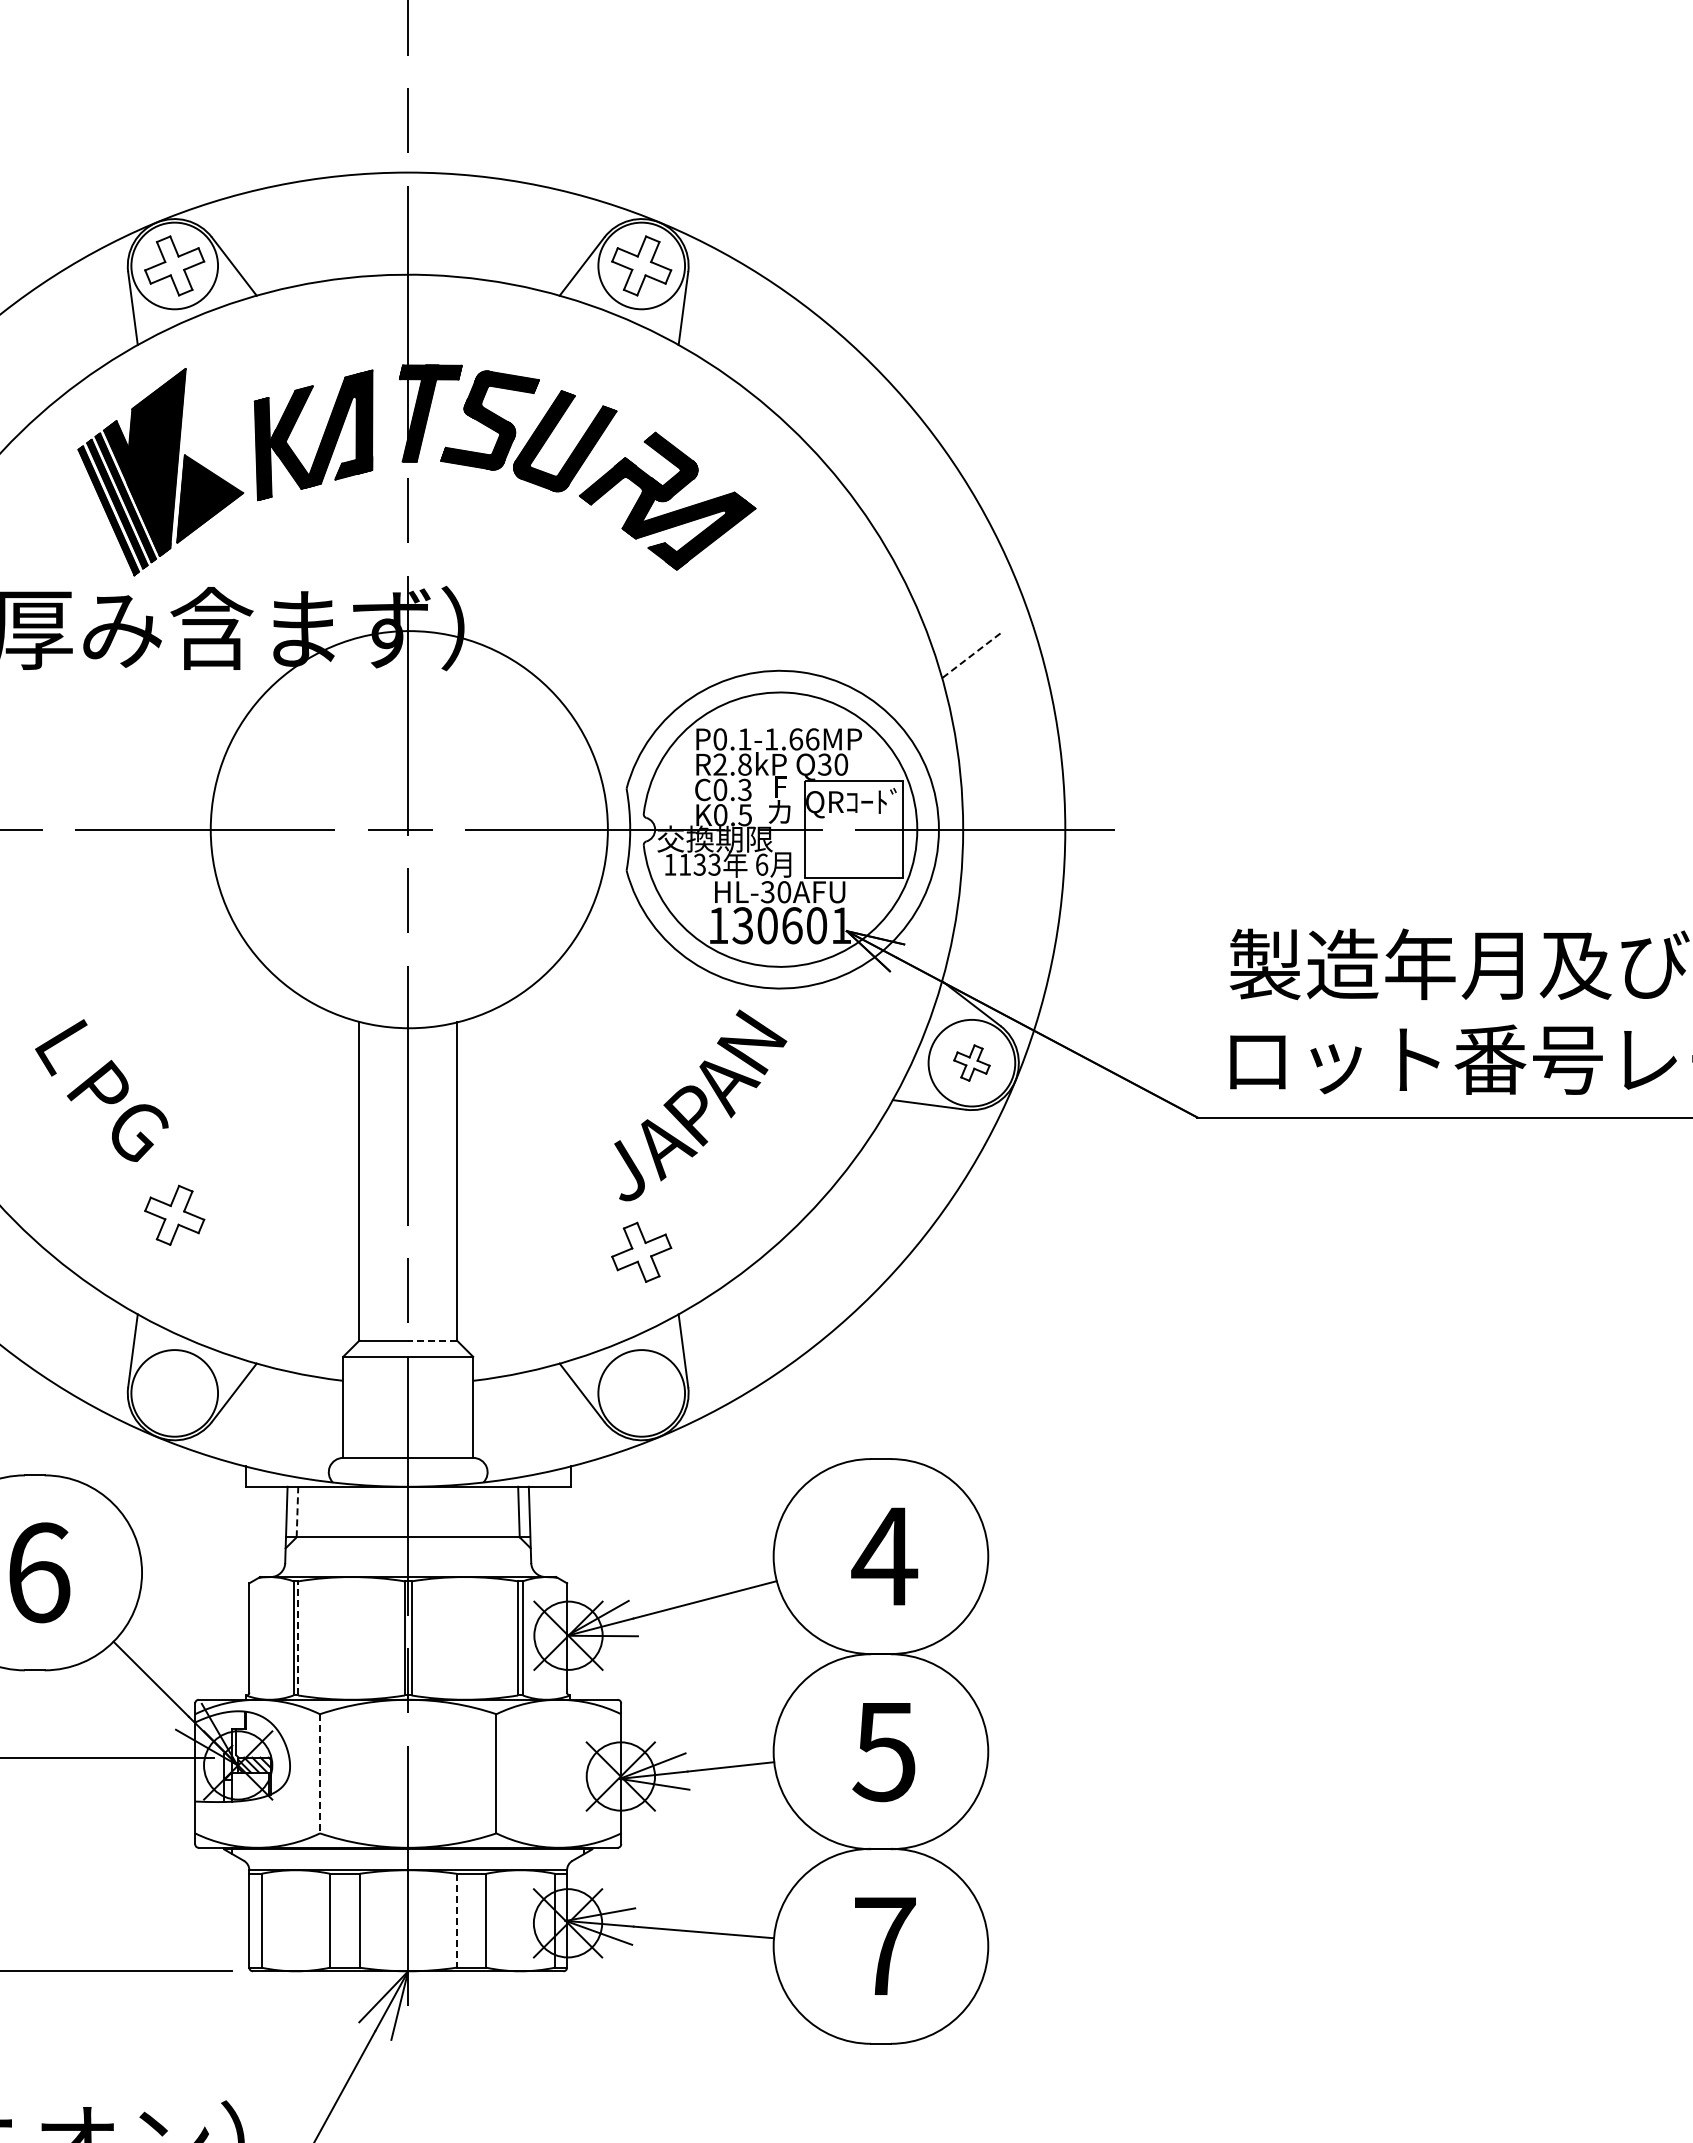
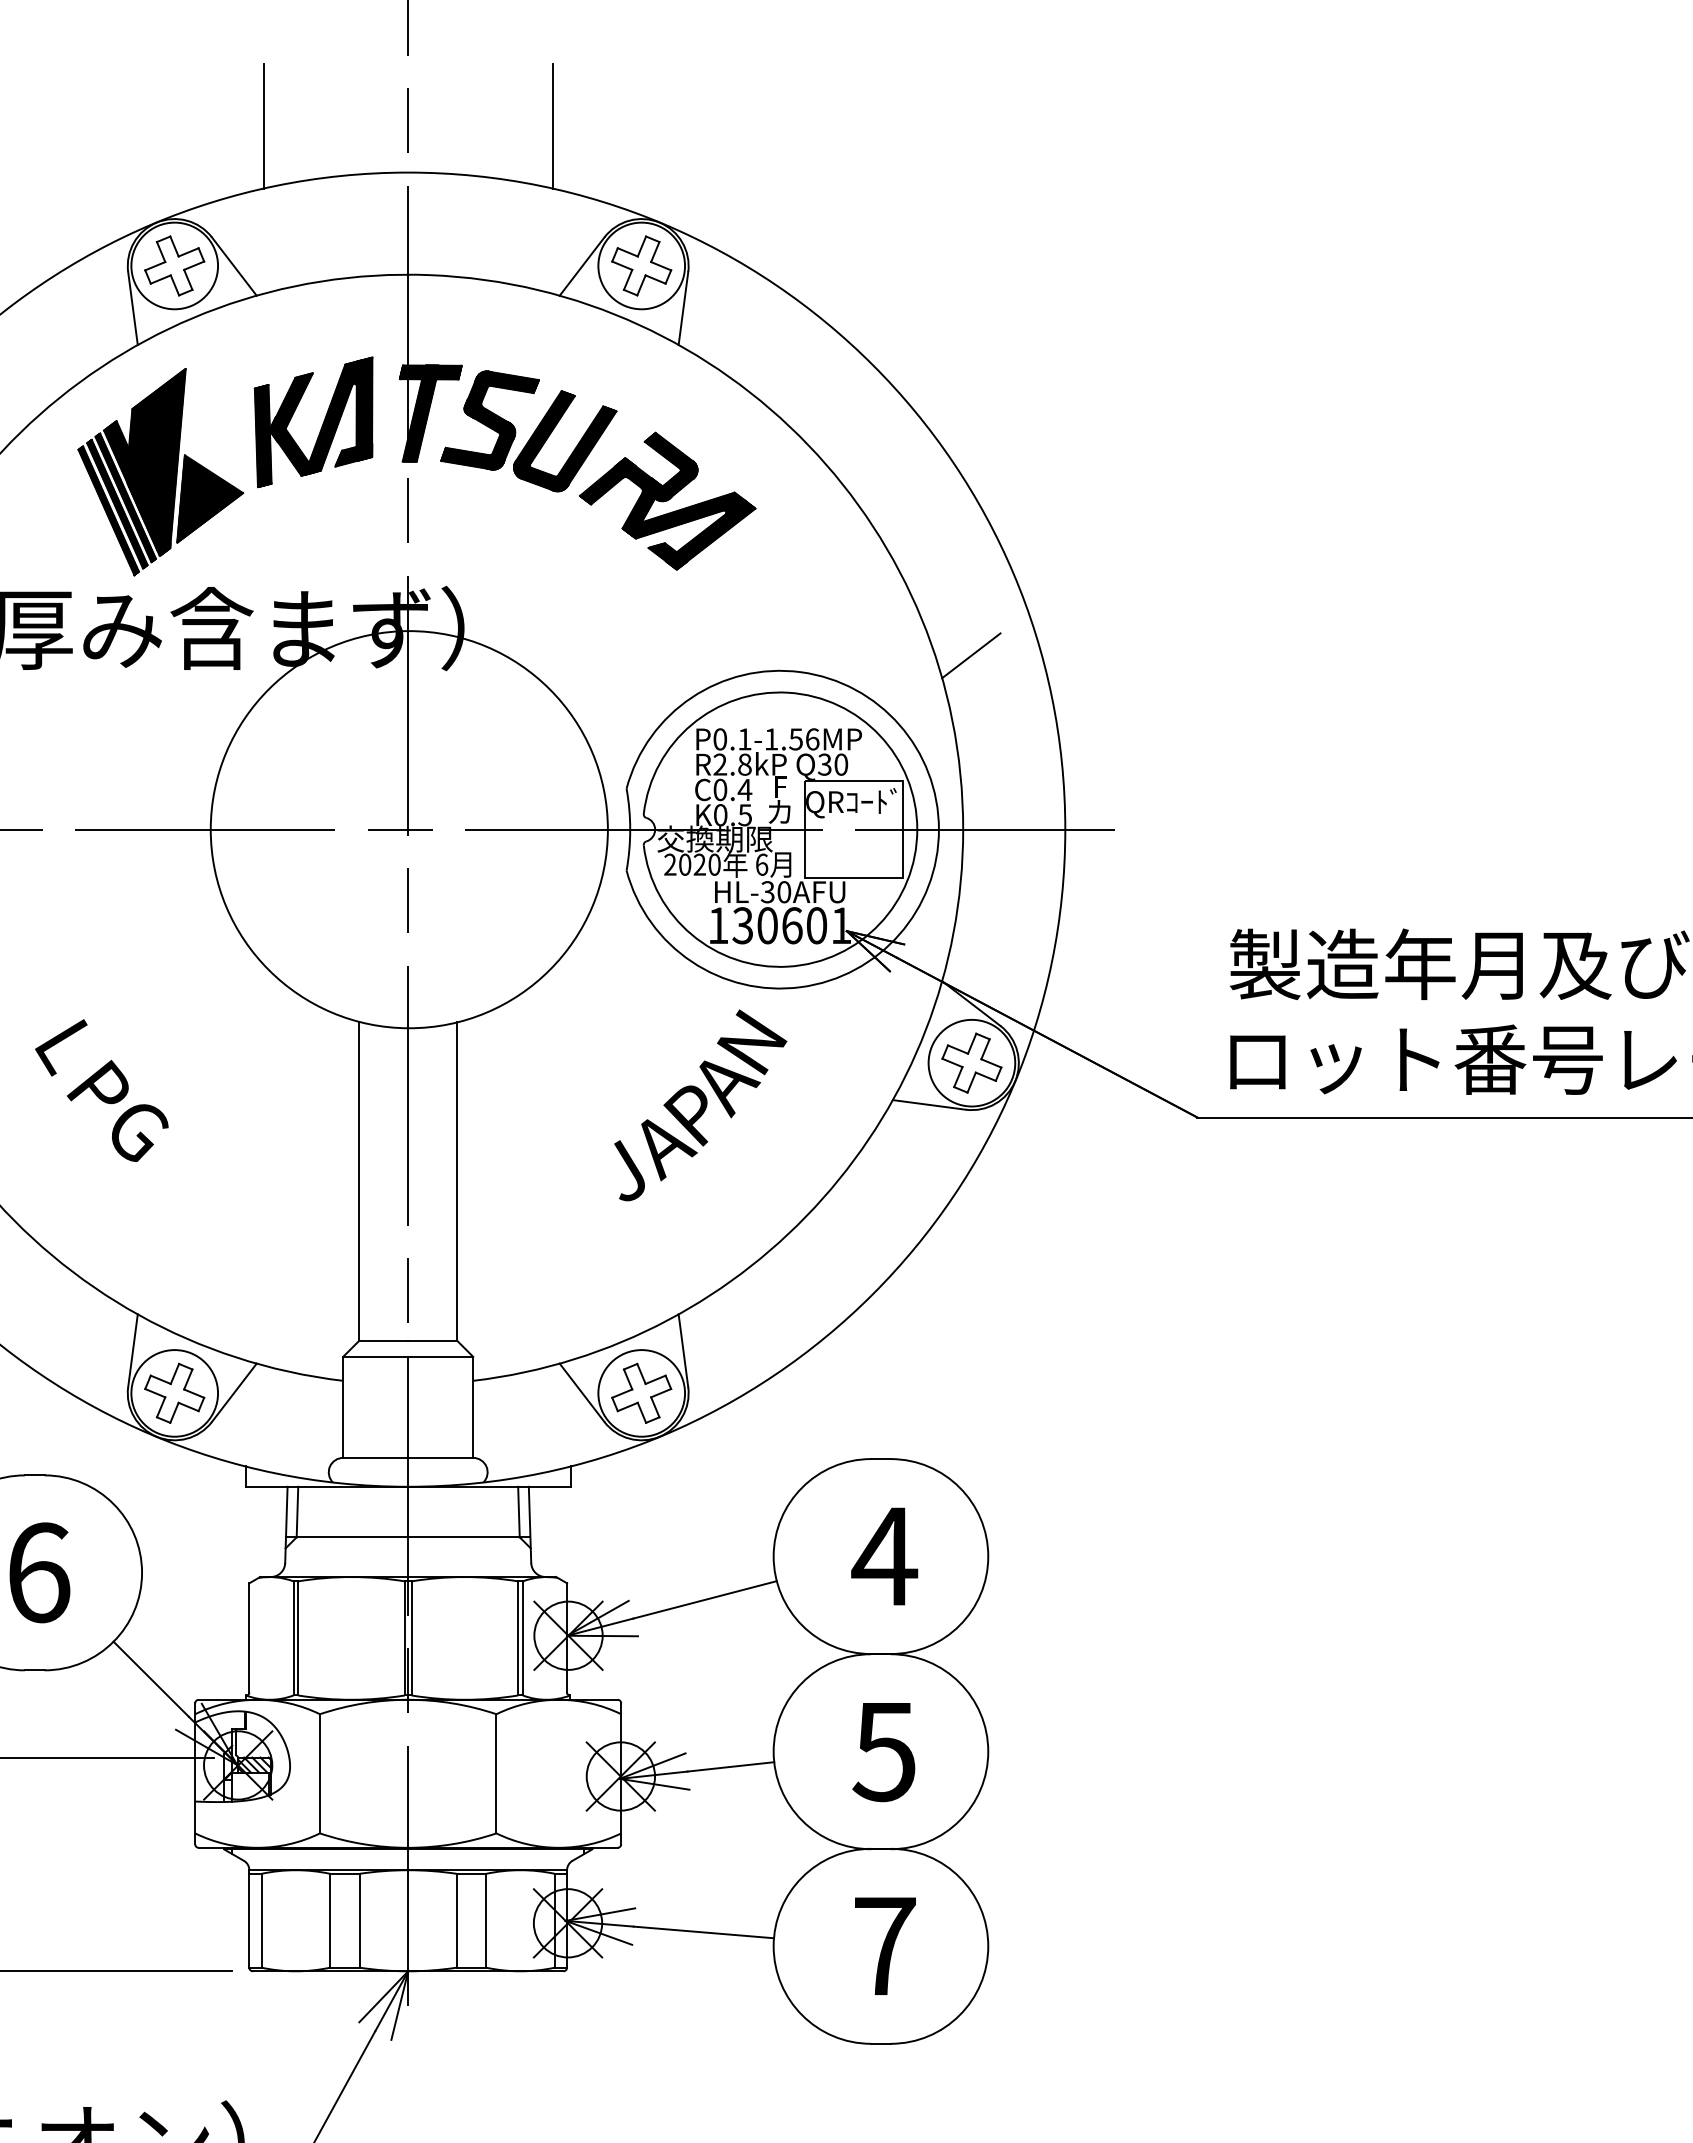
line at (263, 126): none -> present
line at (552, 126): none -> present
part at (321, 439) position: (321, 439) -> (321, 426)
line at (971, 655): dashed -> solid
text at (796, 739): P0.1-1.66MP -> P0.1-1.56MP
text at (744, 789): C0.3 -> C0.4
text at (692, 864): 1133 -> 2020
part at (971, 1062) size: 38x38 px -> 62x62 px
part at (174, 1214) position: (174, 1214) -> (174, 1392)
part at (641, 1251) position: (641, 1251) -> (641, 1392)
line at (432, 1340): dashed -> solid
line at (297, 1511): dashed -> solid
line at (298, 1637): dashed -> solid
line at (319, 1773): dashed -> solid
line at (456, 1920): dashed -> solid
